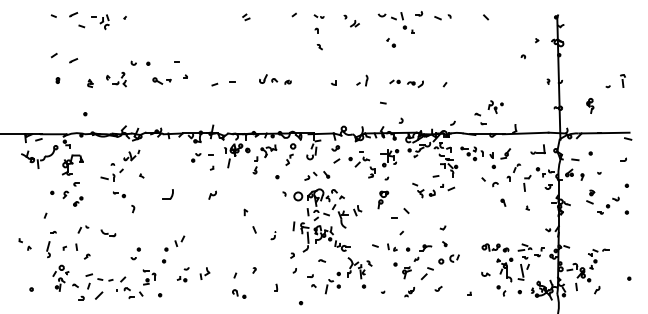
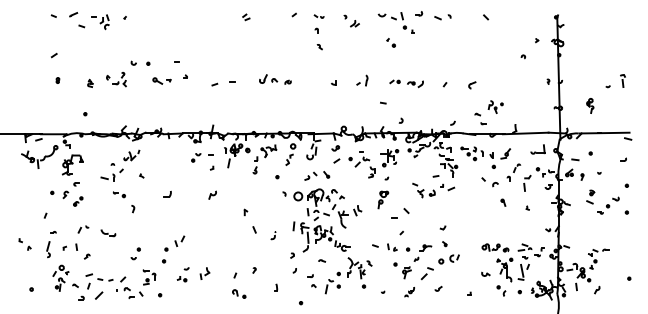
part at (73, 60): present -> none
part at (472, 85): none -> present
part at (167, 194) size: 12x11 px -> 9x8 px
